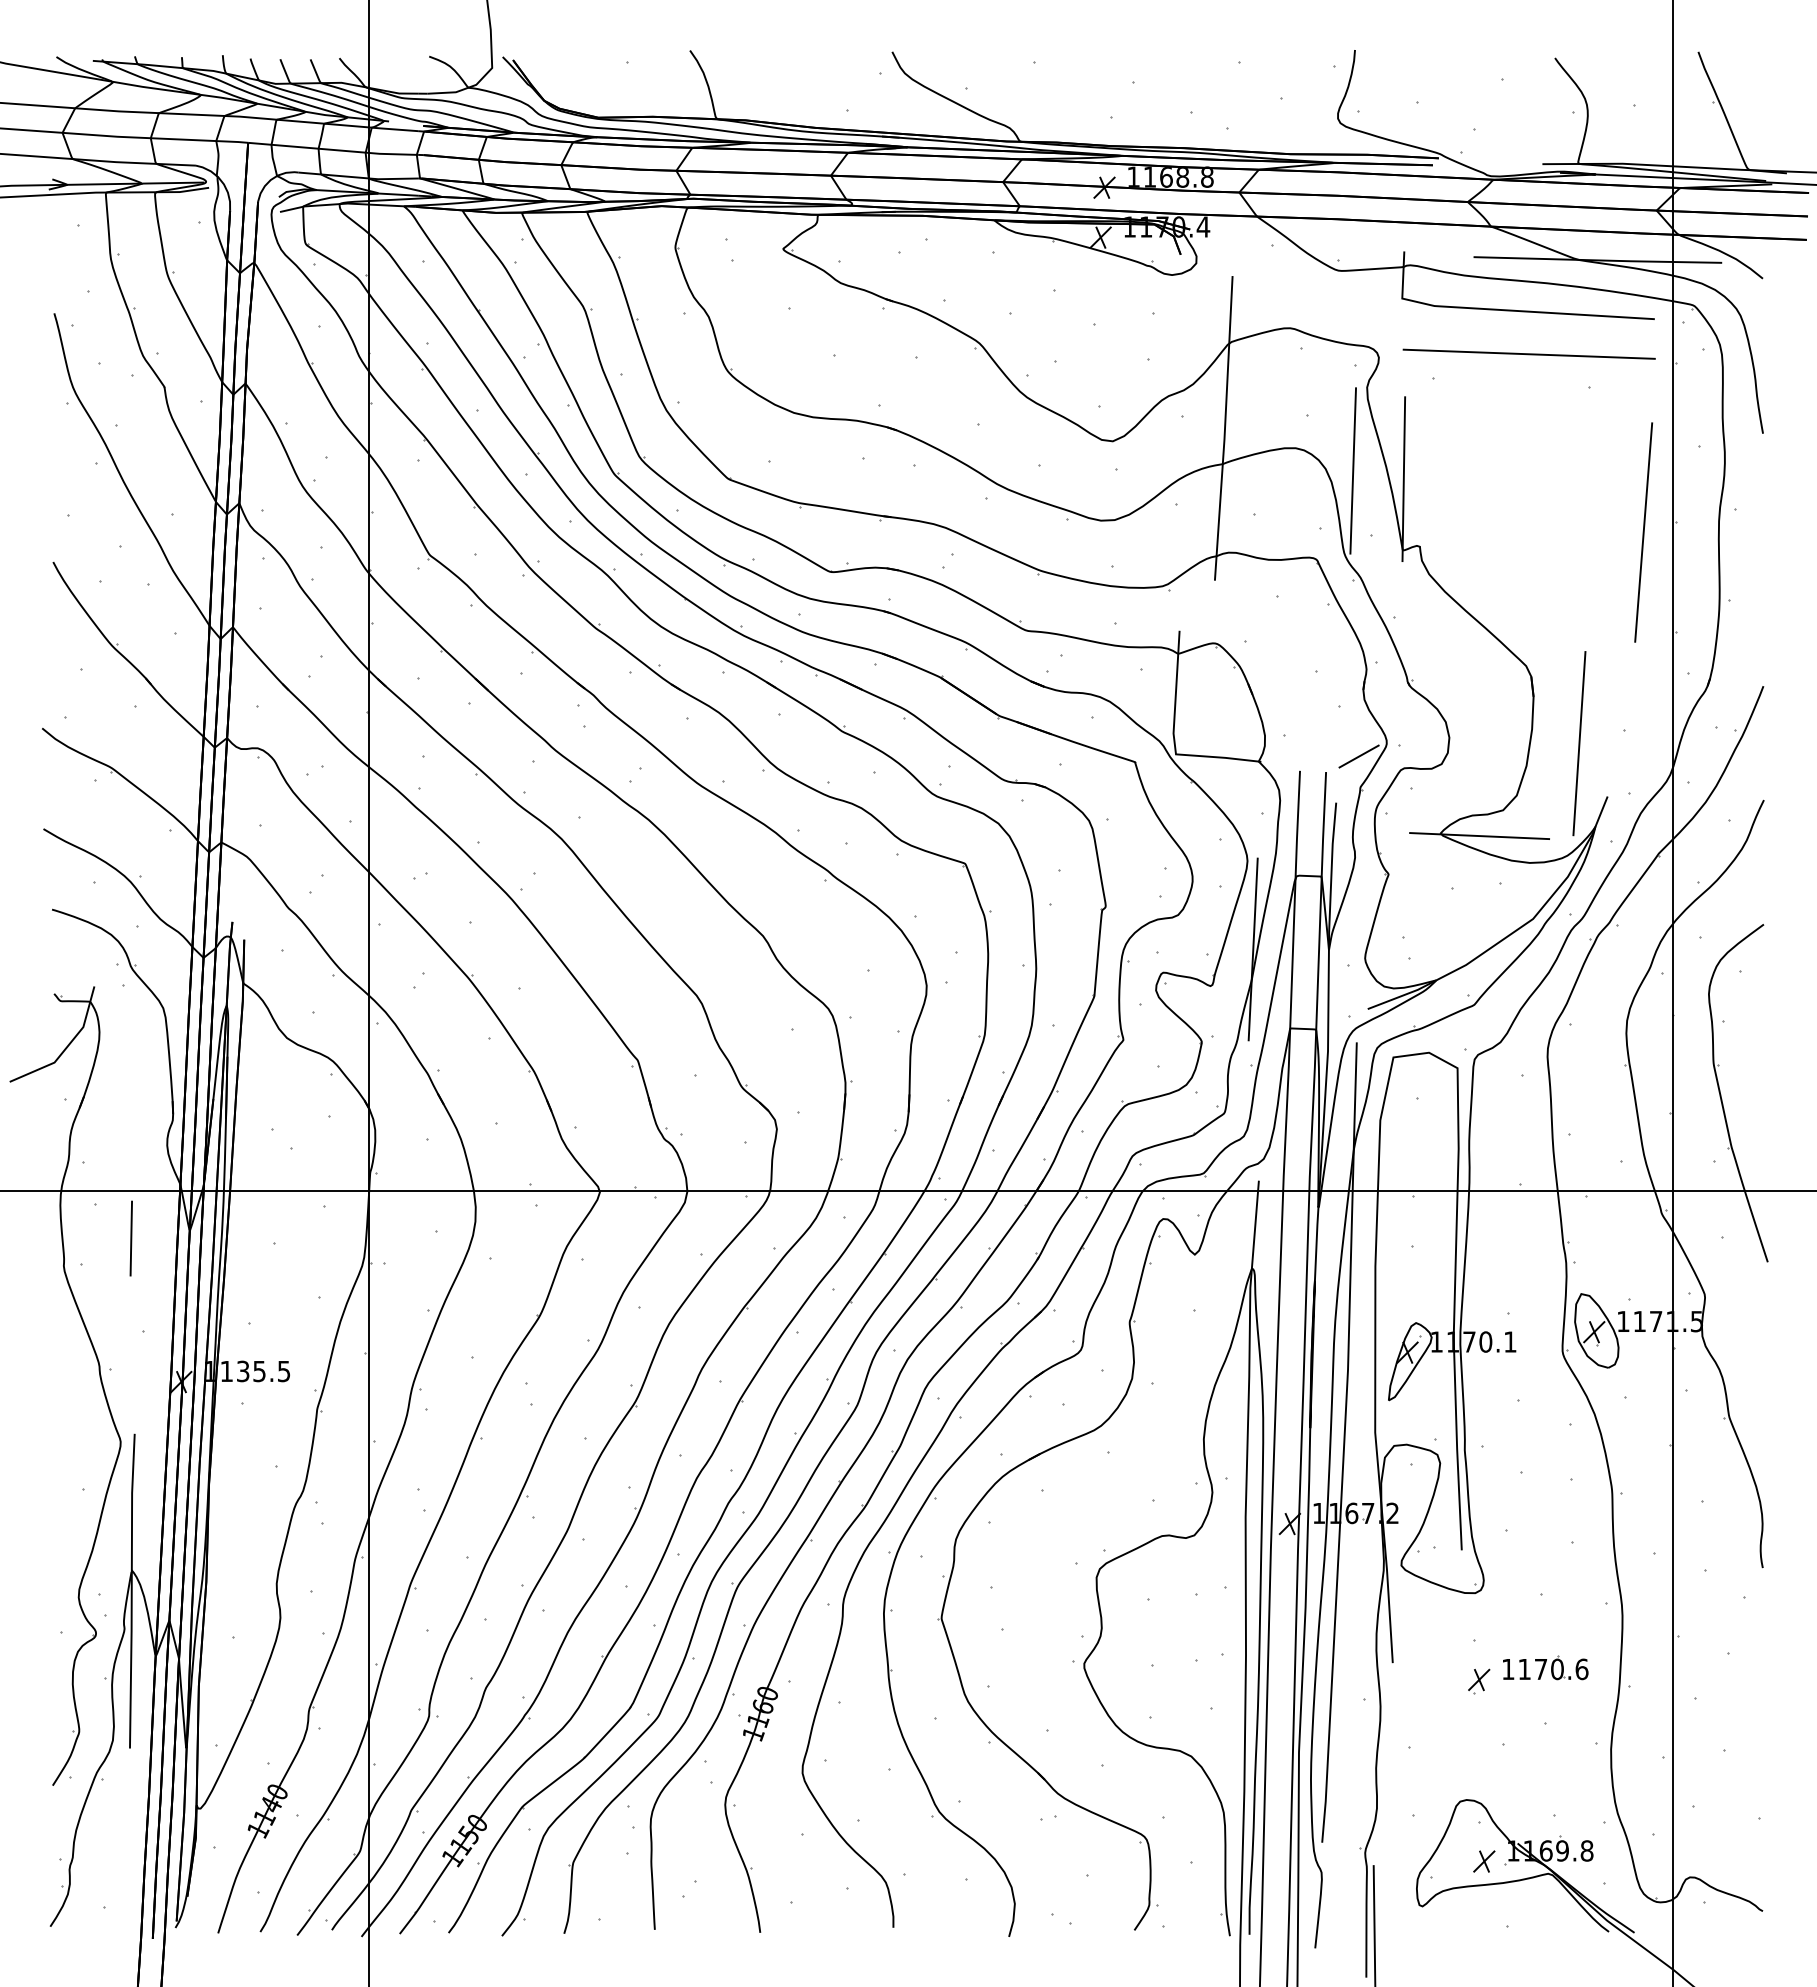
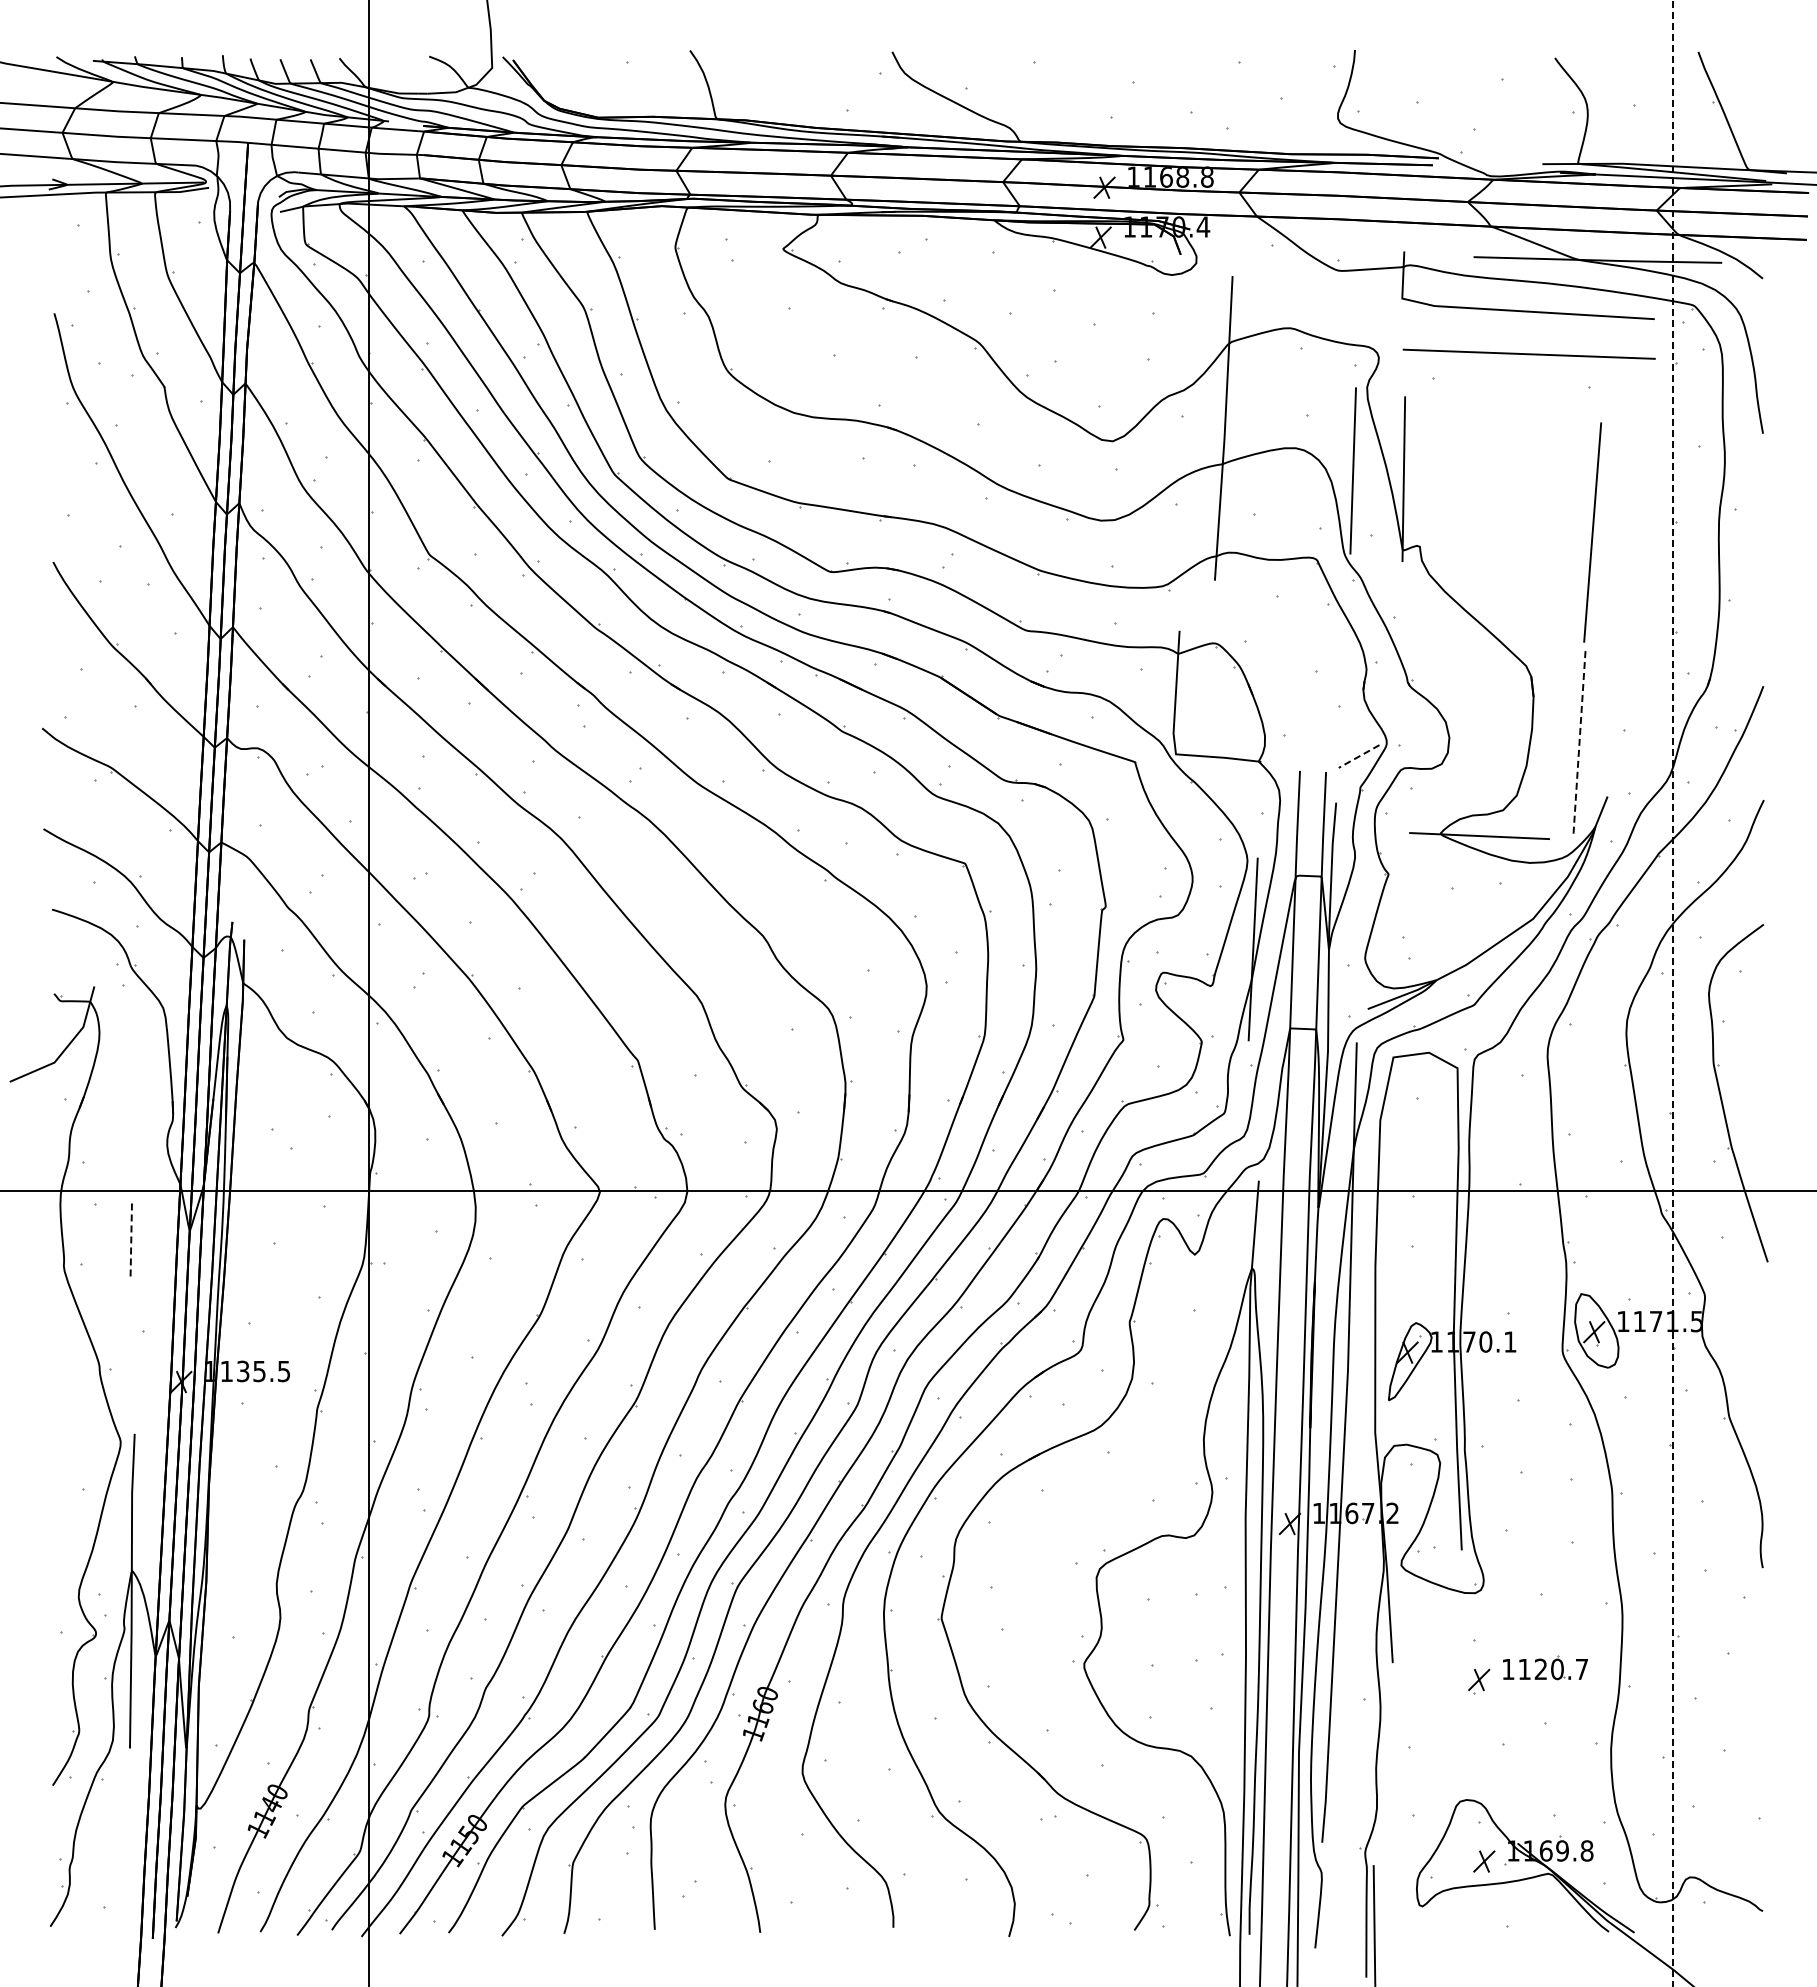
line at (1643, 532) position: (1643, 532) -> (1592, 532)
line at (1579, 743): solid -> dashed
line at (1358, 756): solid -> dashed
line at (1672, 993): solid -> dashed
line at (131, 1238): solid -> dashed
text at (1561, 1669): 1170.6 -> 1120.7
